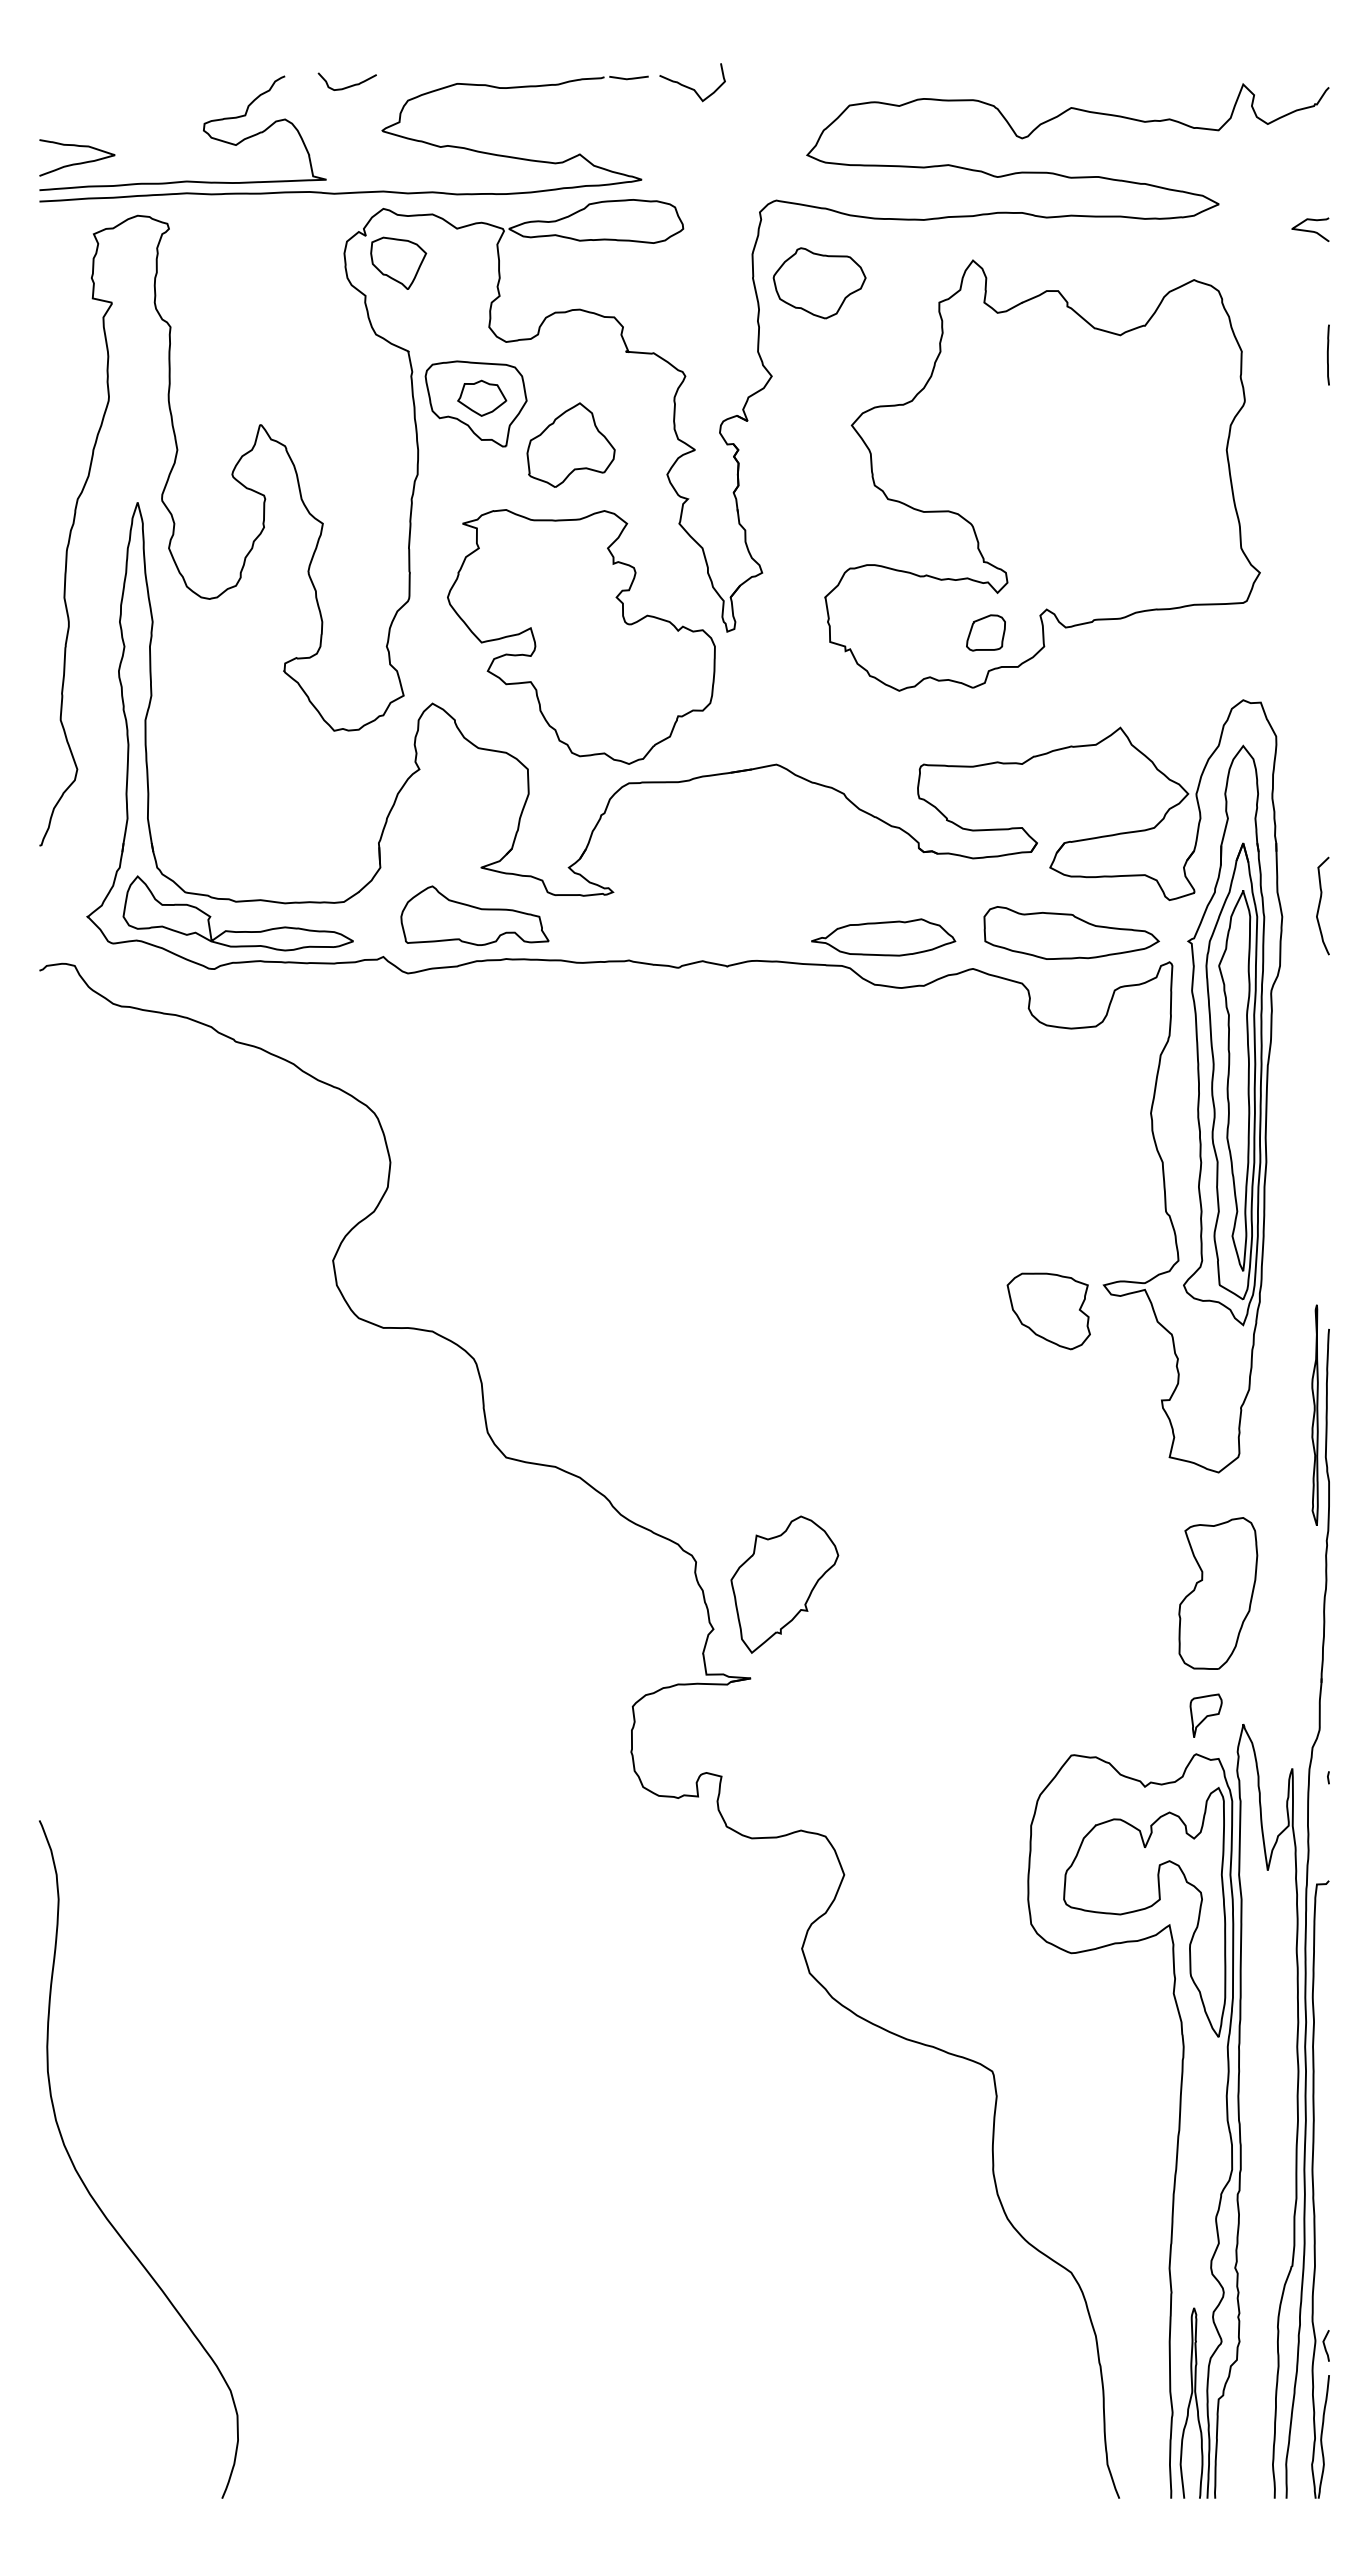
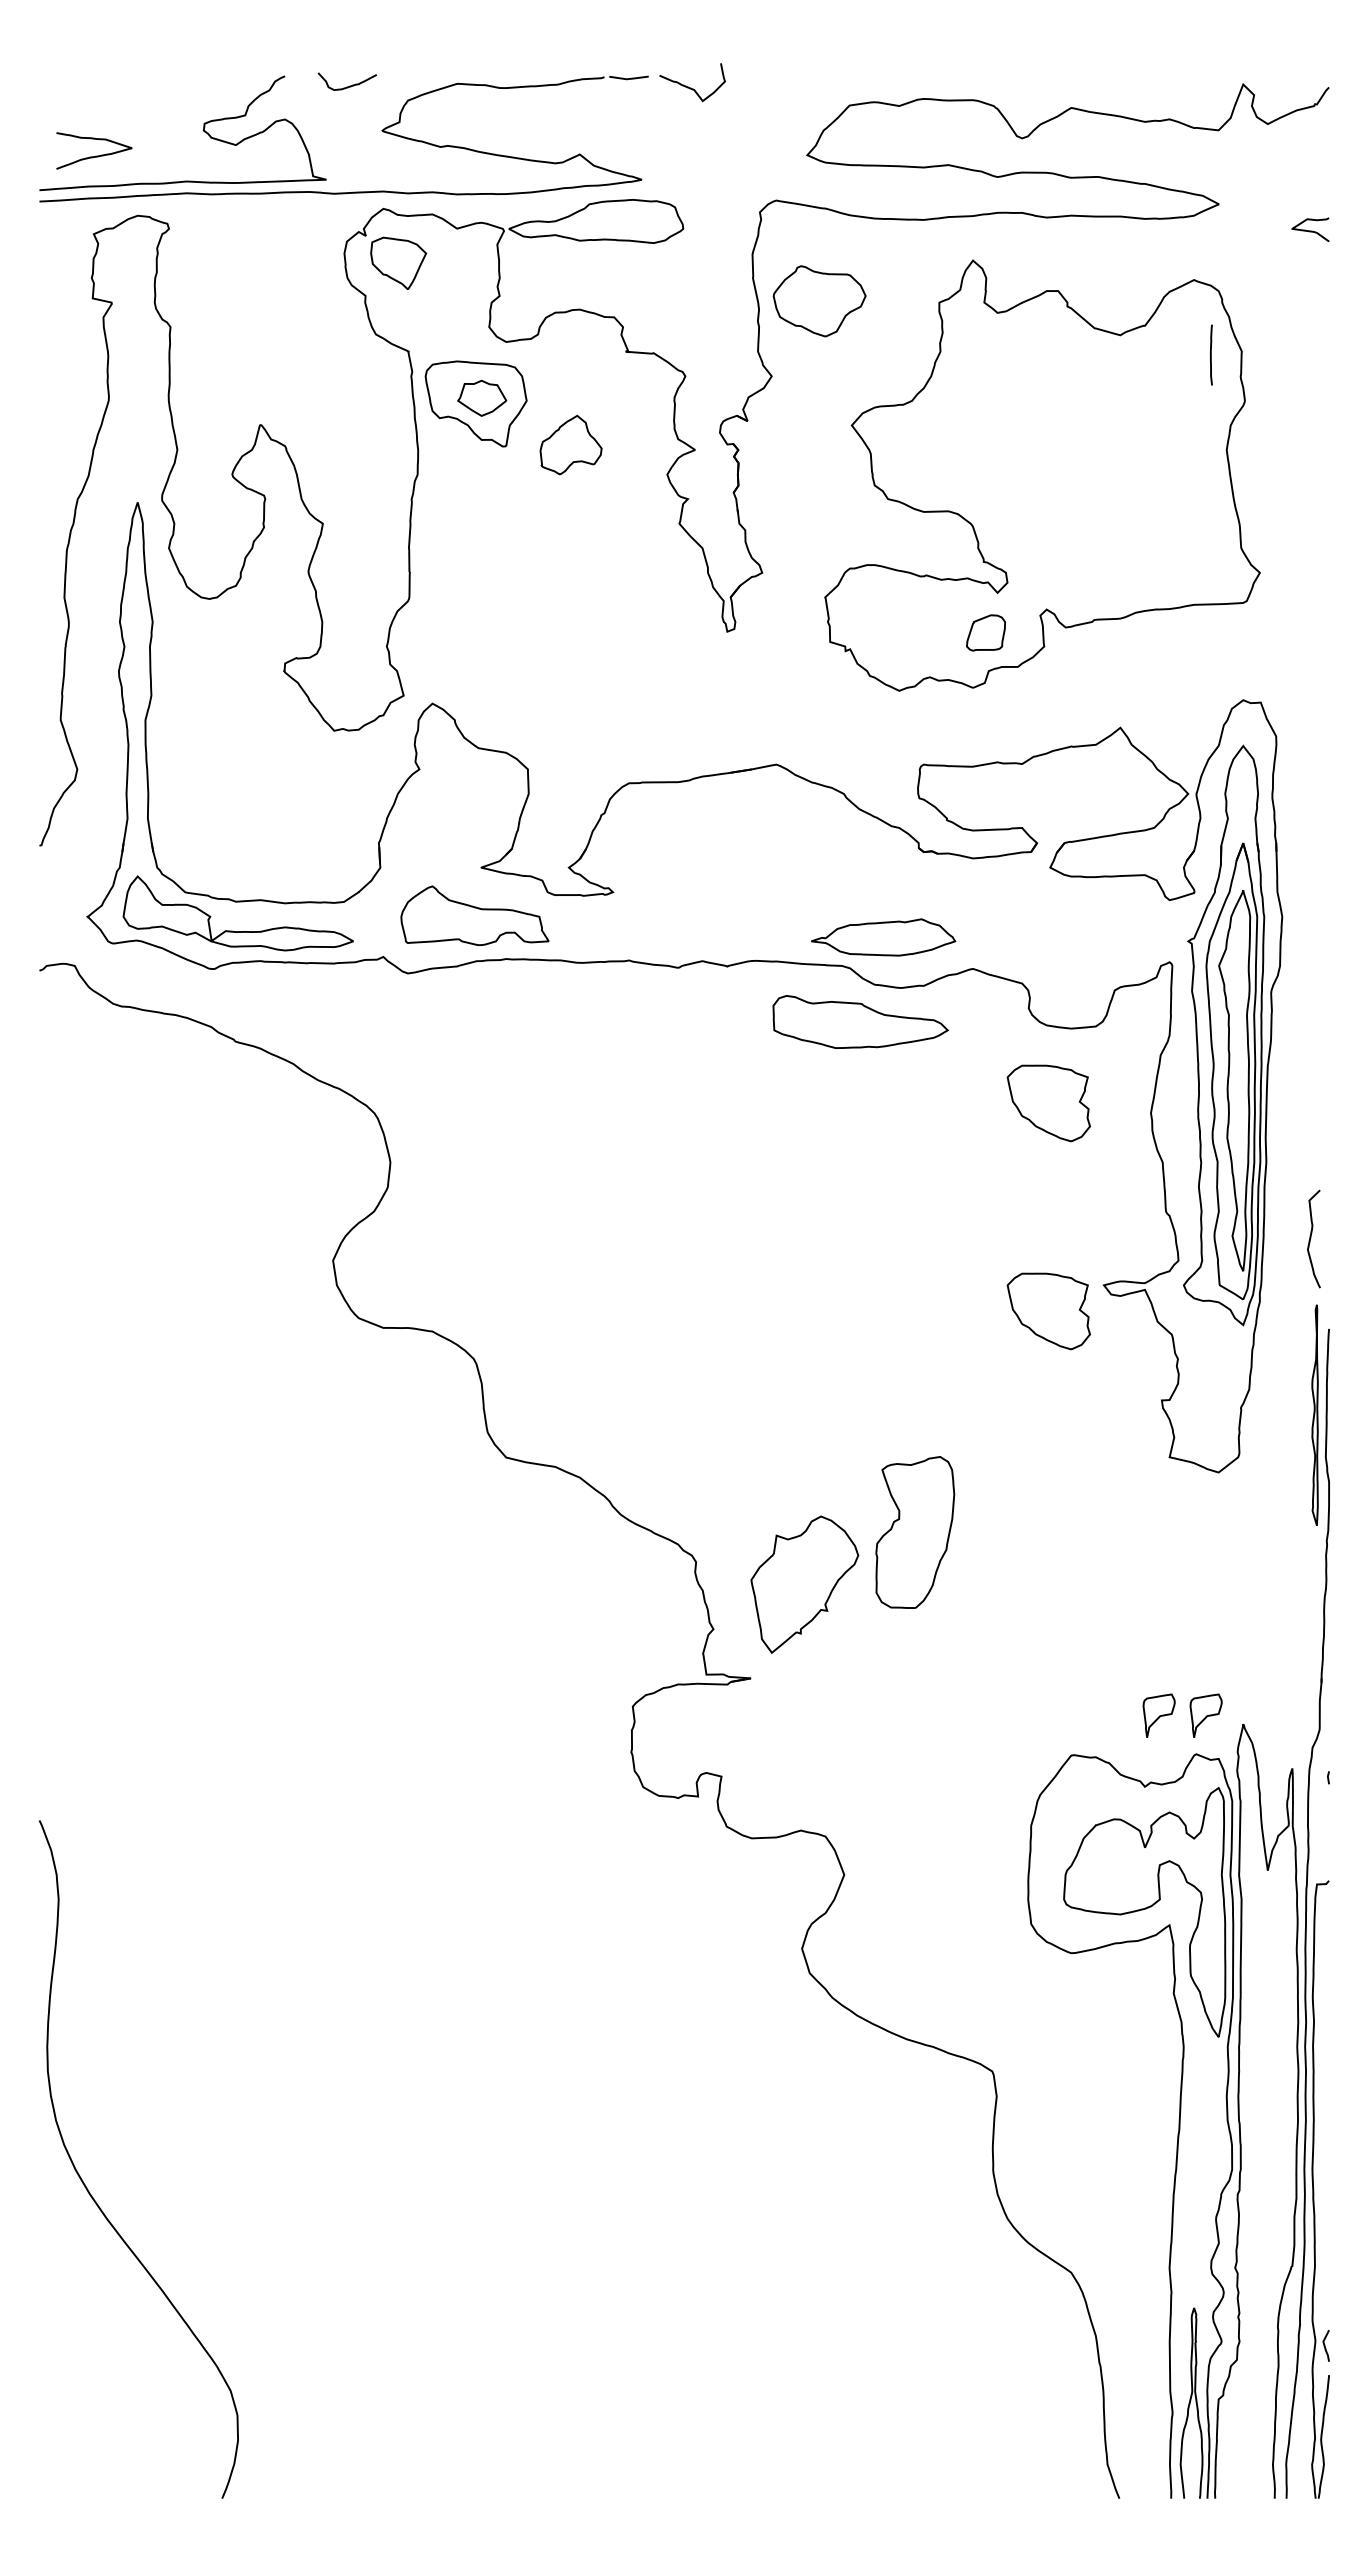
curve at (78, 162) position: (78, 162) -> (95, 155)
part at (819, 283) position: (819, 283) -> (819, 301)
curve at (1327, 354) position: (1327, 354) -> (1210, 354)
part at (570, 444) size: 90x86 px -> 64x62 px
part at (581, 636): present -> none
curve at (1320, 905) position: (1320, 905) -> (1311, 1238)
part at (1071, 932) position: (1071, 932) -> (860, 1021)
part at (1048, 1103): none -> present
part at (784, 1584) position: (784, 1584) -> (804, 1584)
part at (1218, 1593) position: (1218, 1593) -> (915, 1532)
part at (1158, 1715): none -> present
